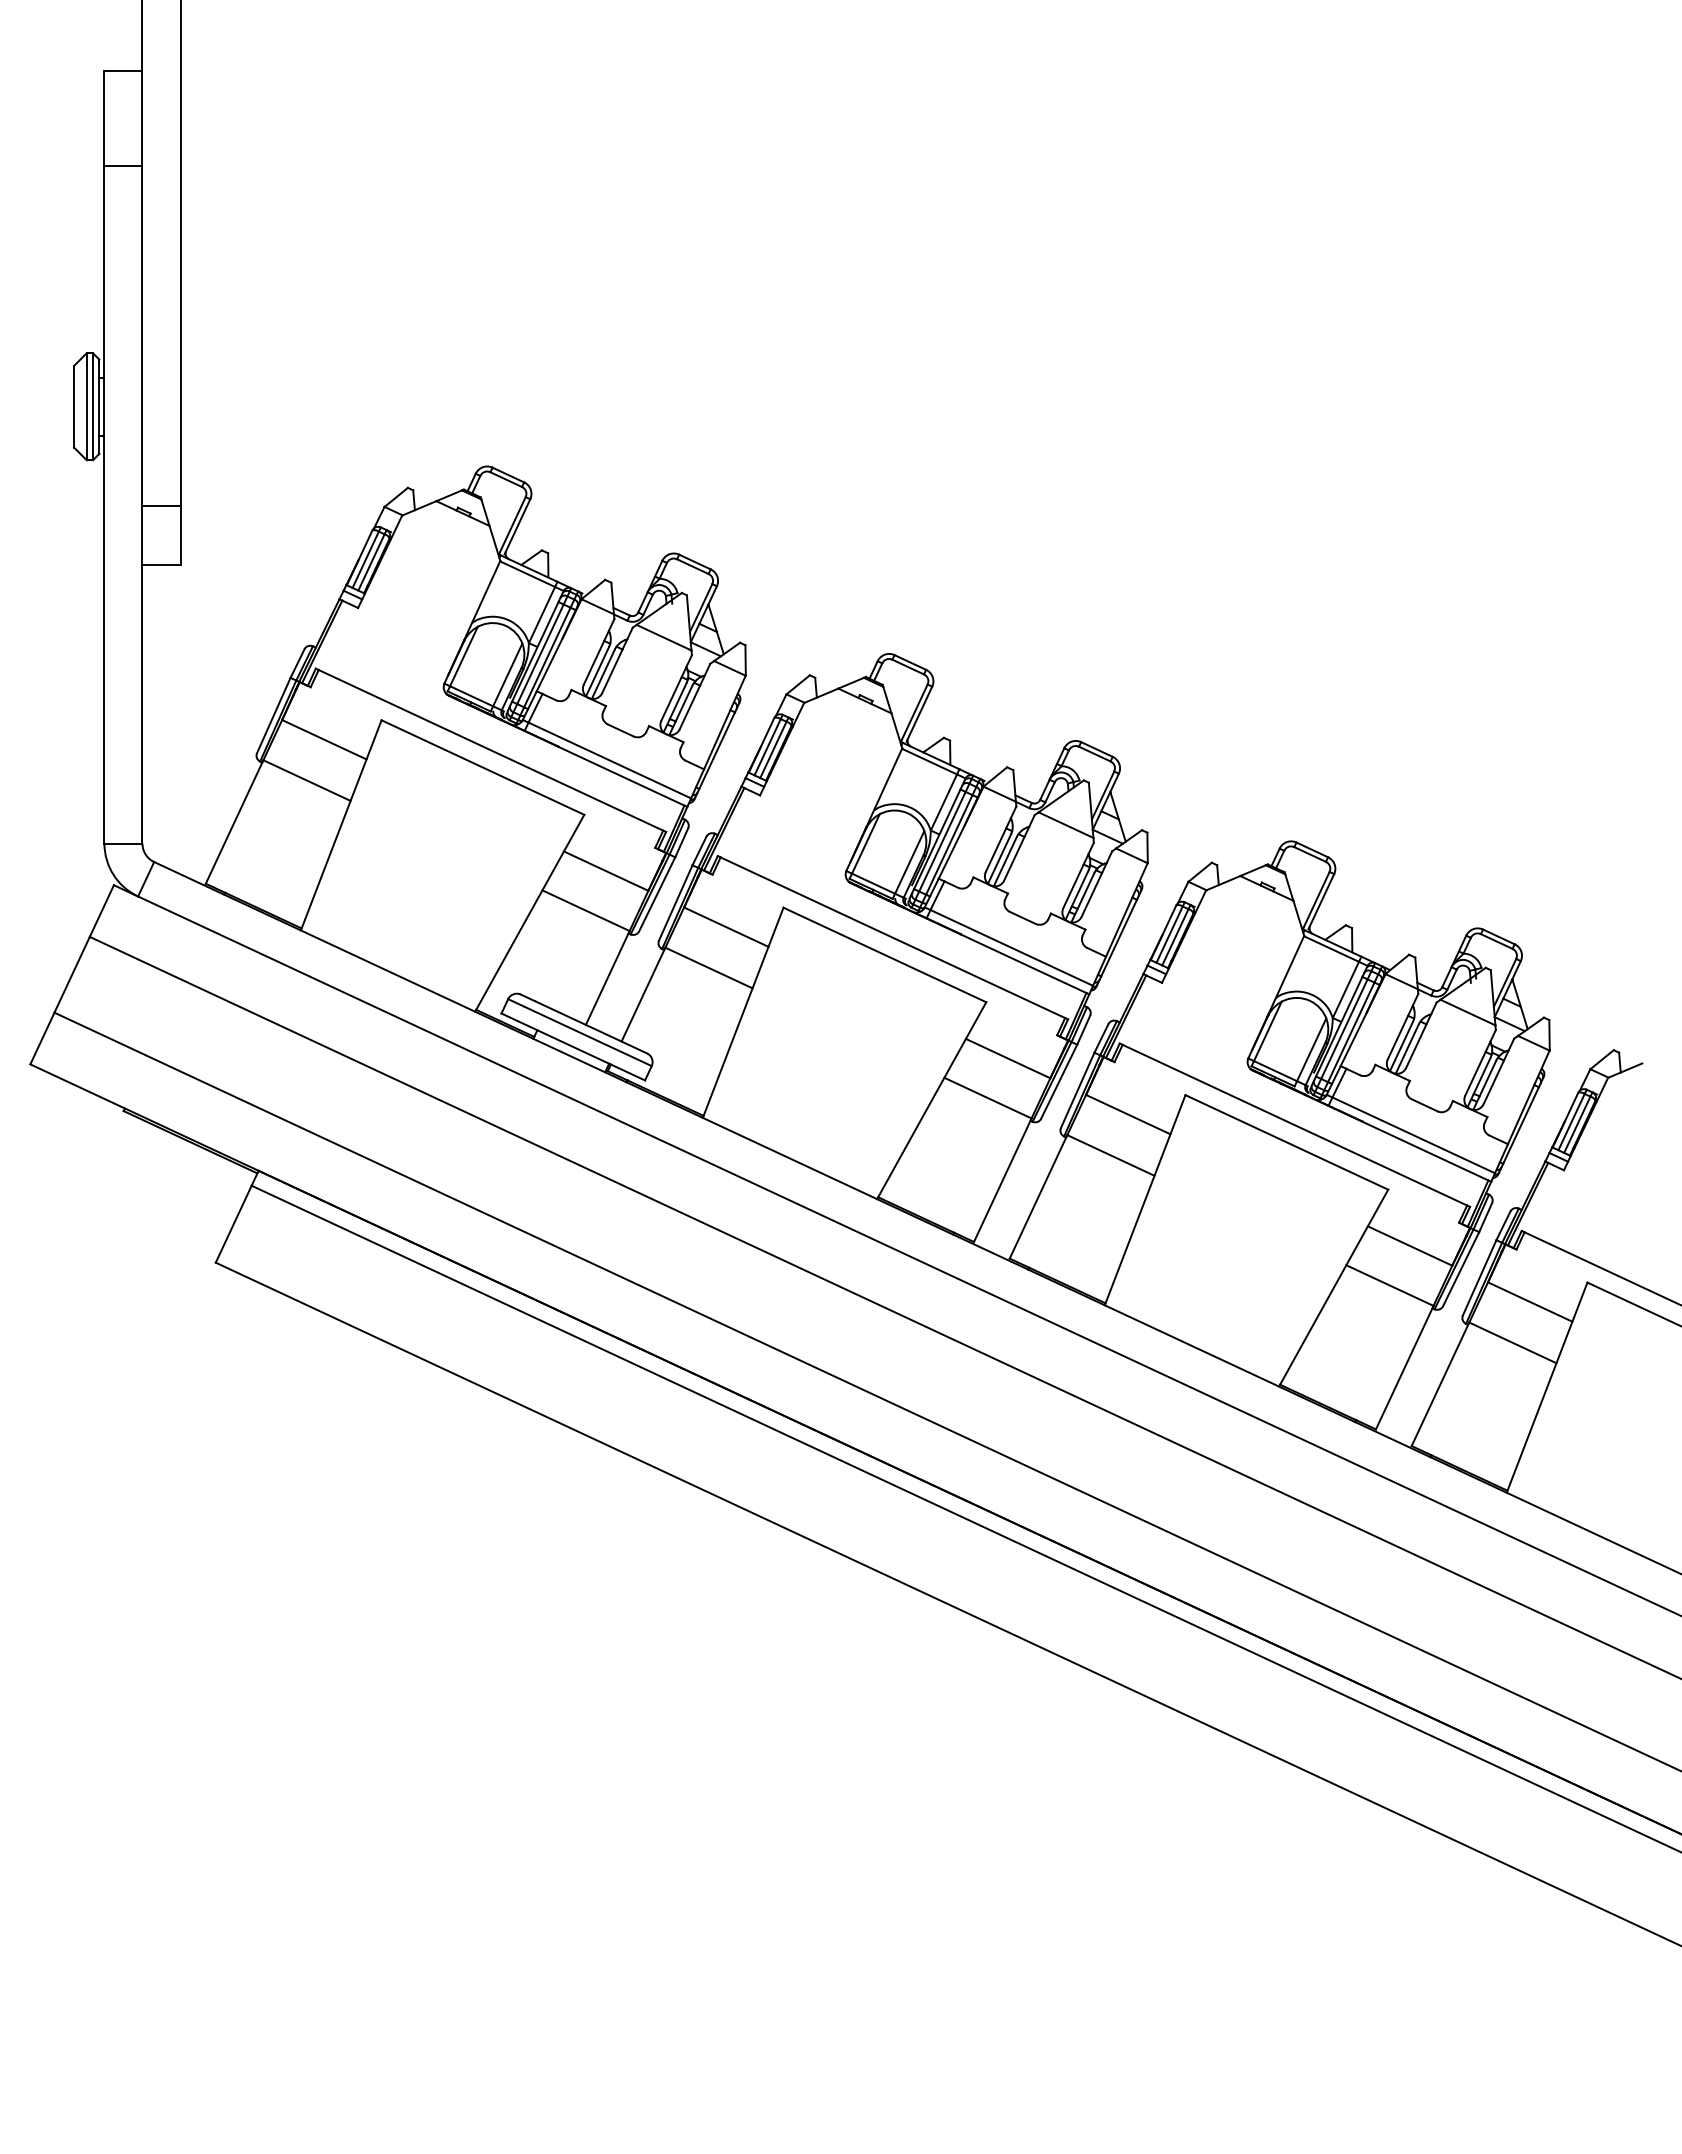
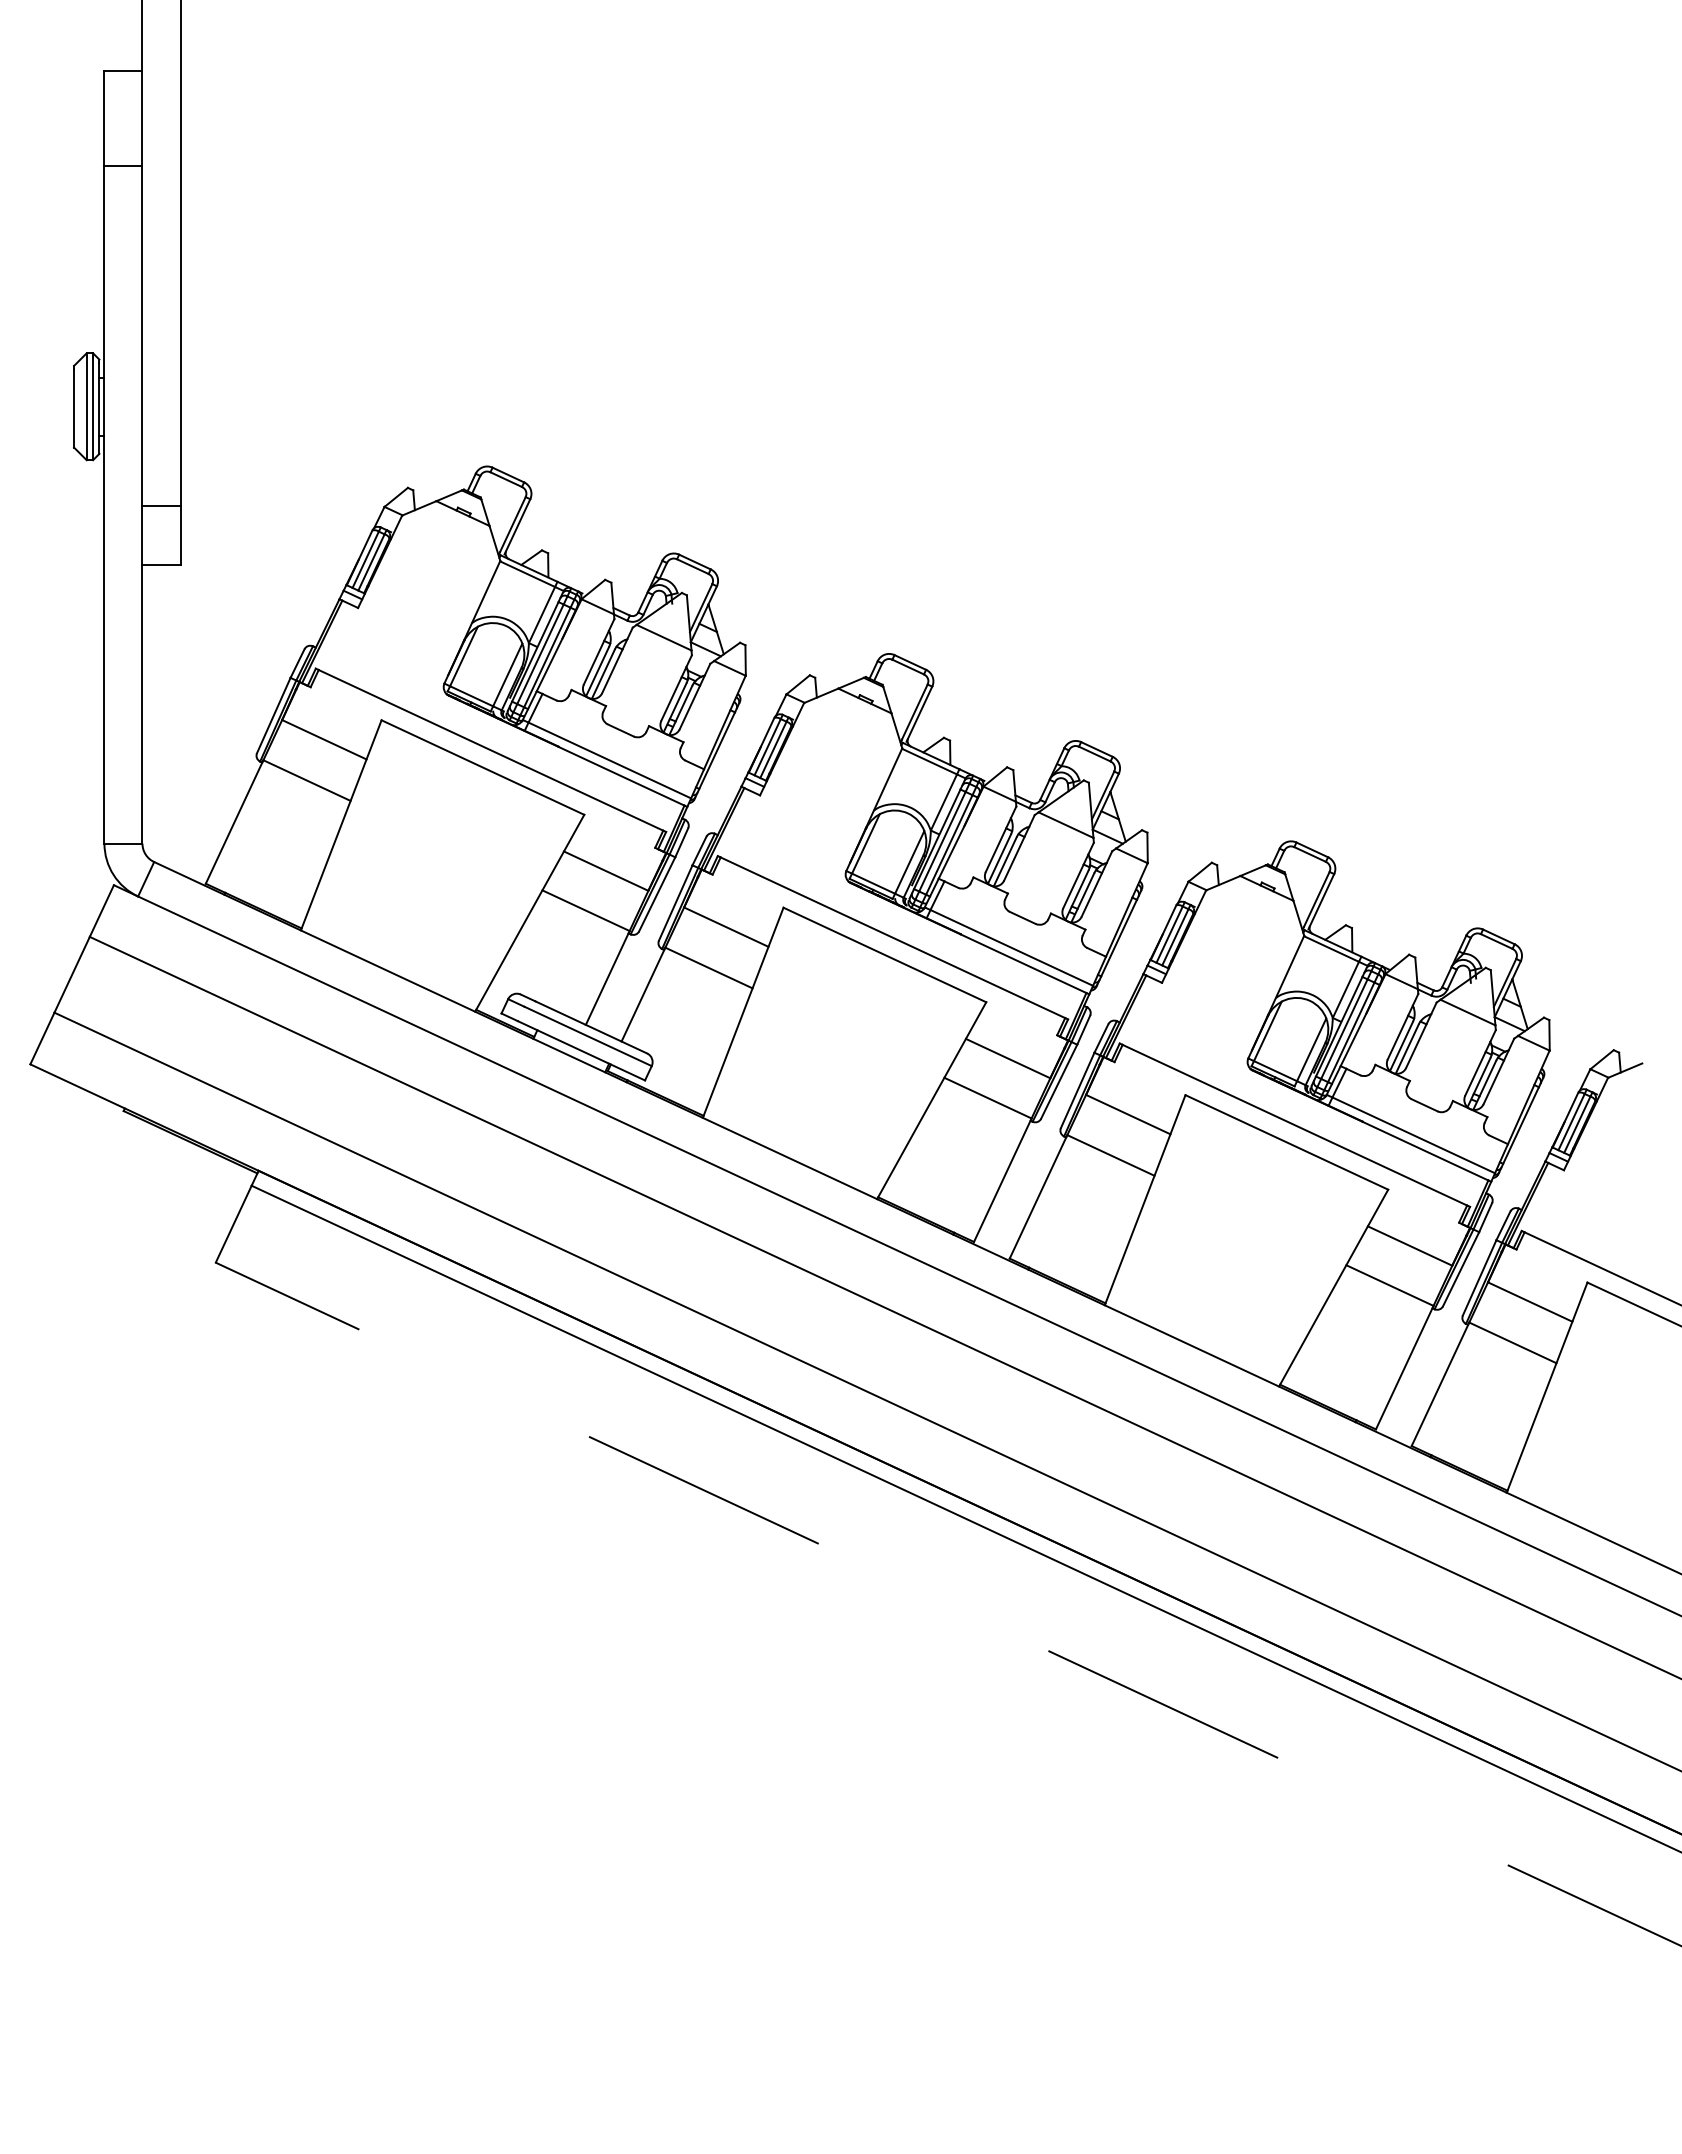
line at (948, 1604): solid -> dashed
